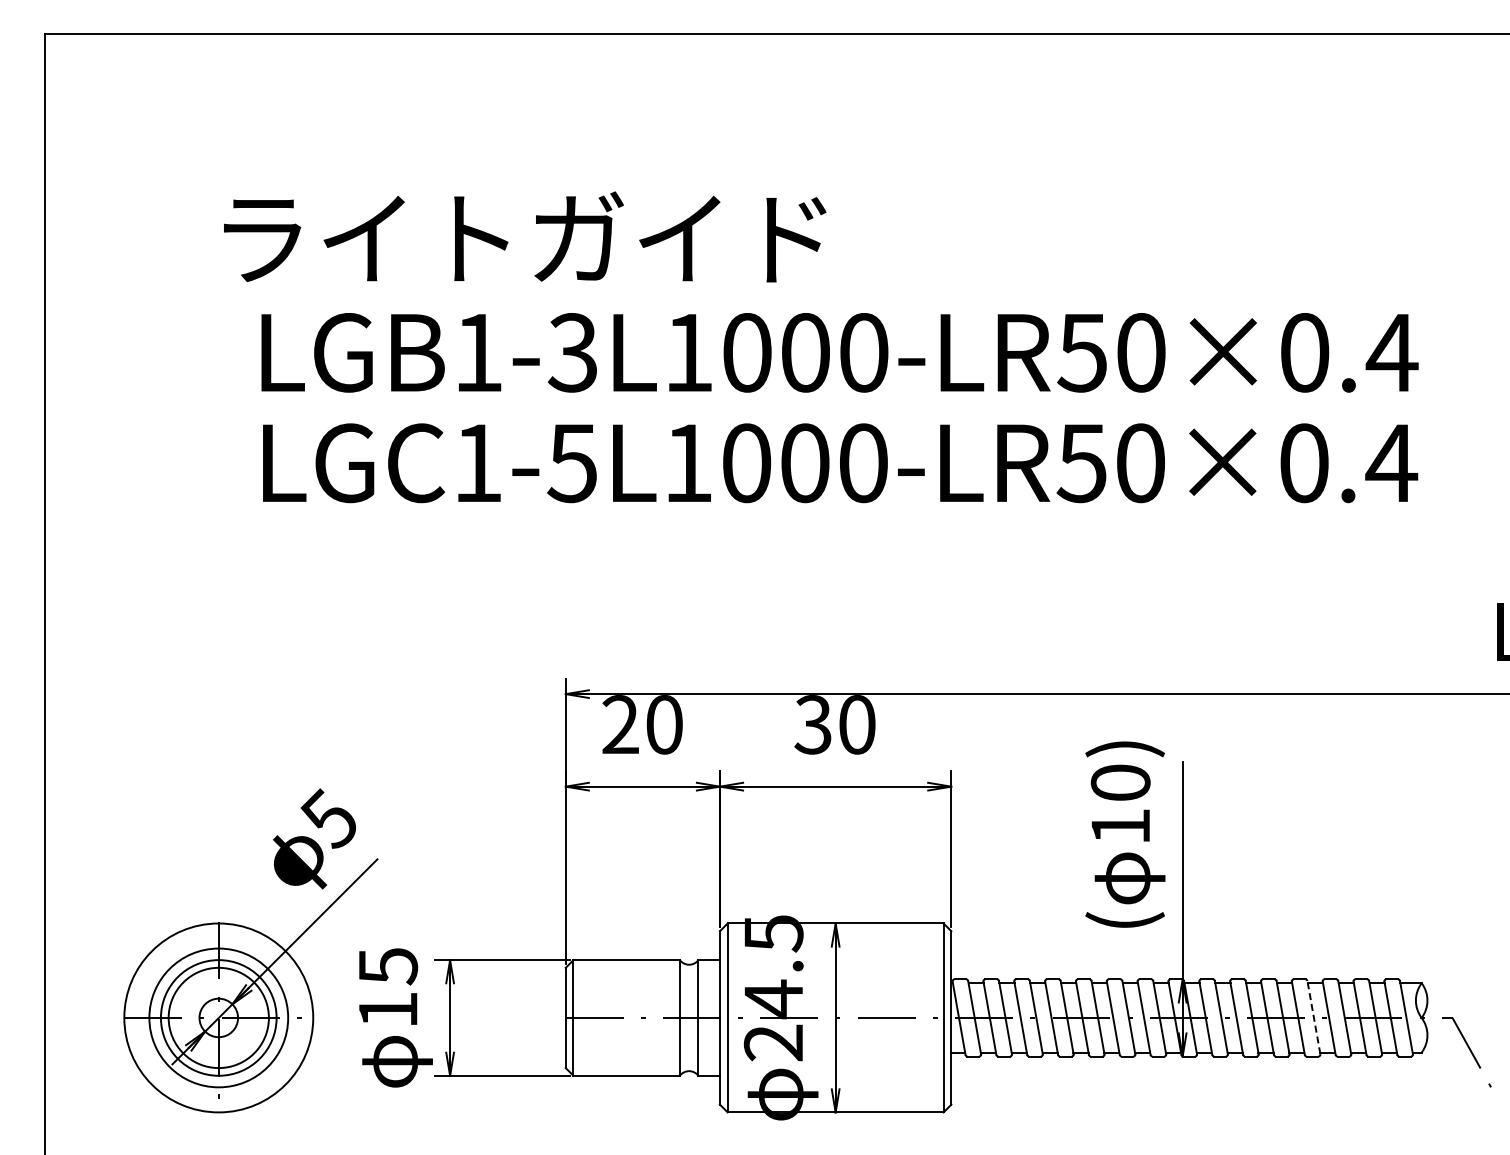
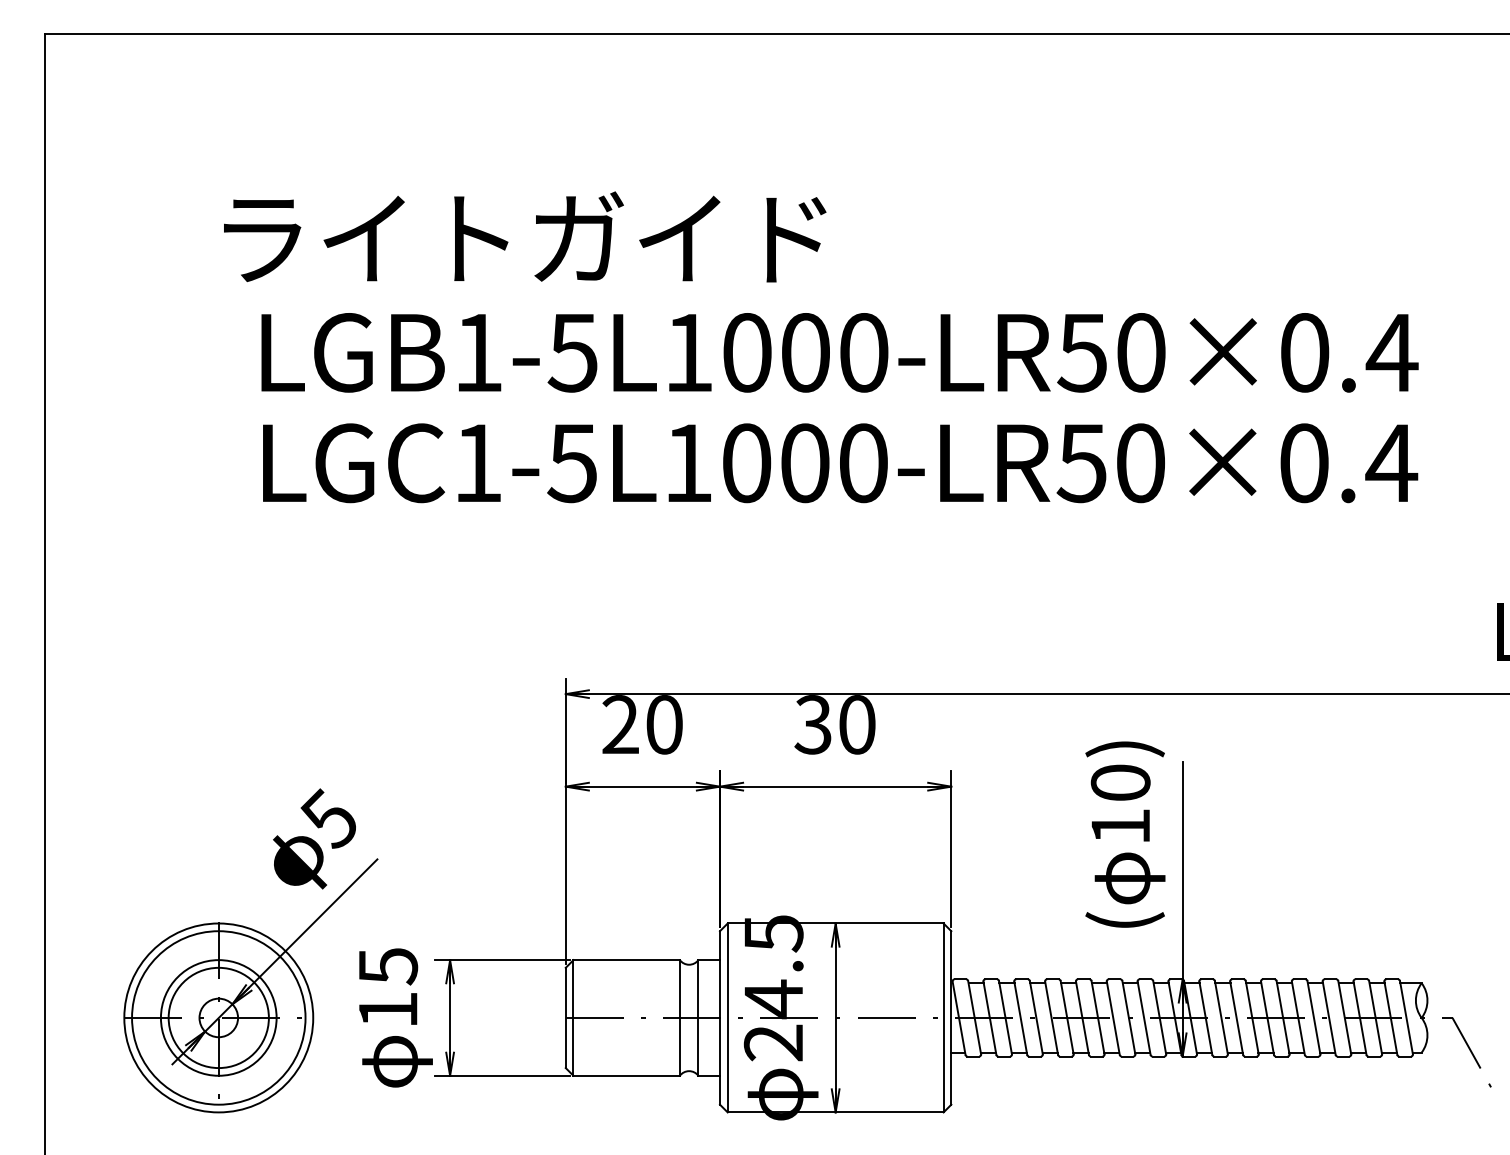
text at (572, 352): LGB1-3L1000-LR50×0.4 -> LGB1-5L1000-LR50×0.4
circle at (218, 1017) diameter: 139 px -> 173 px
line at (1313, 1017): dashed -> solid
